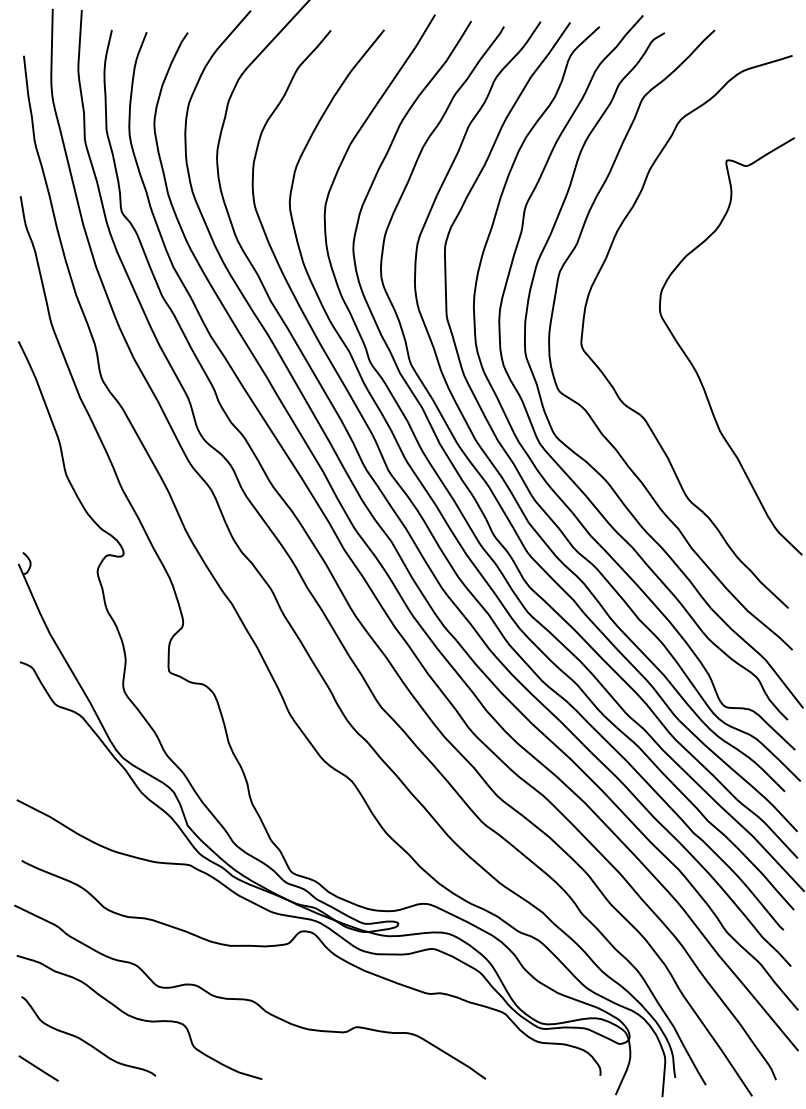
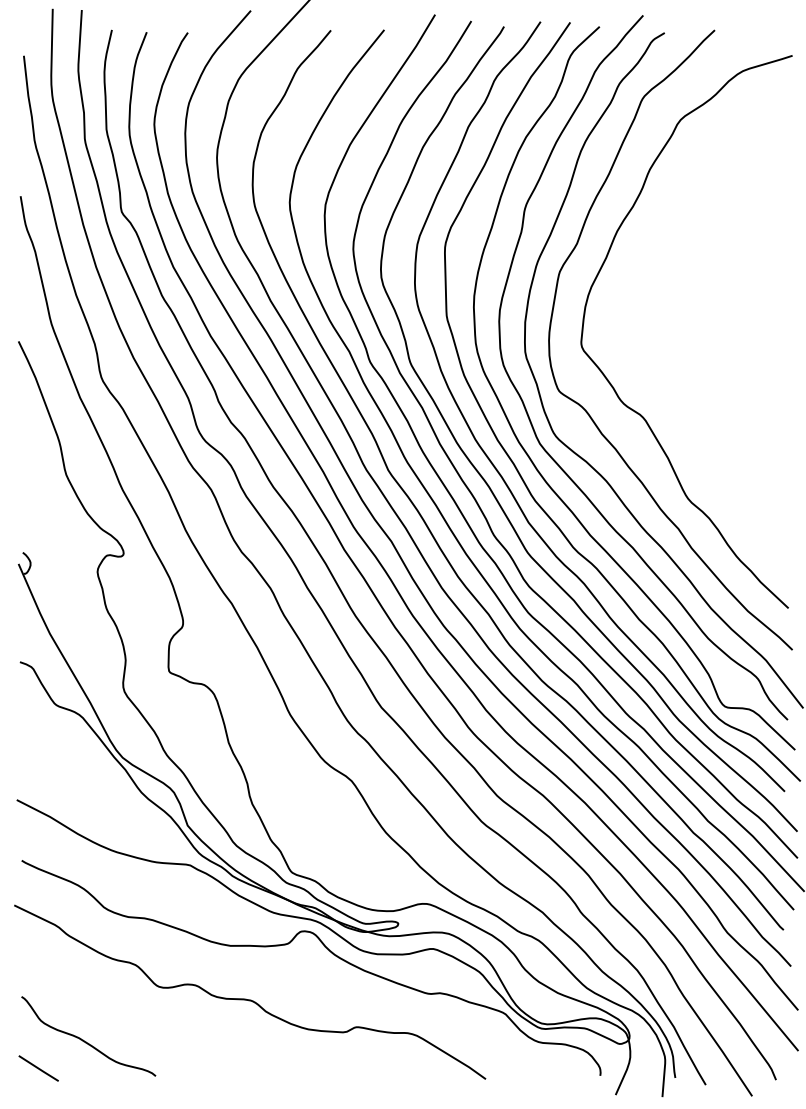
curve at (694, 366): present -> none
curve at (139, 1018): present -> none
